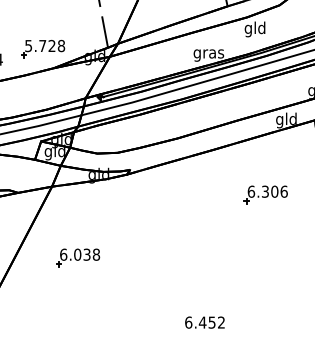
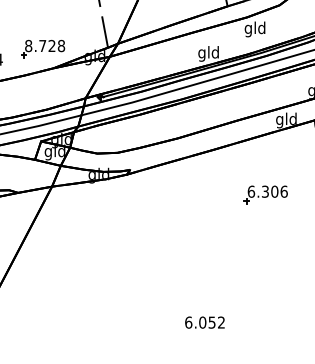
text at (28, 45): 5.728 -> 8.728
text at (208, 53): gras -> gld
part at (78, 257): present -> none
text at (202, 322): 6.452 -> 6.052
